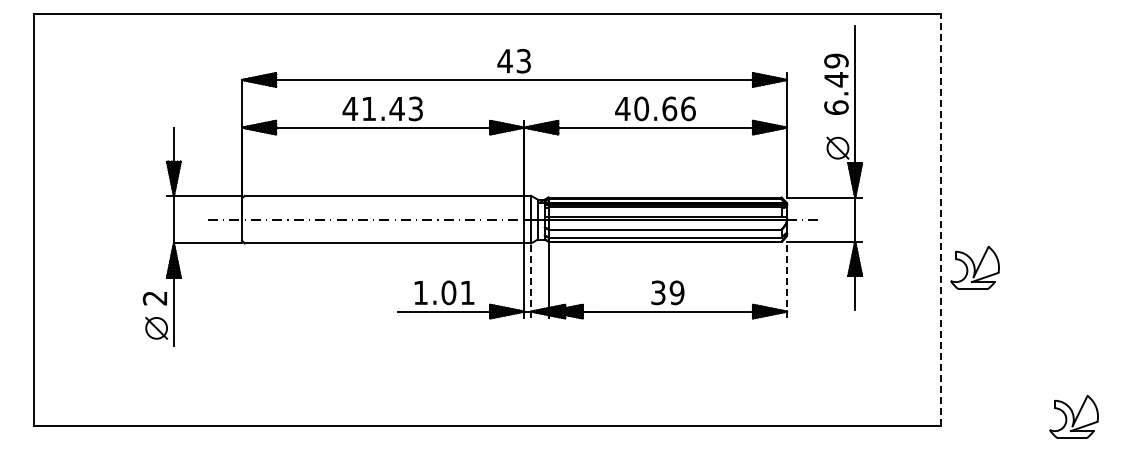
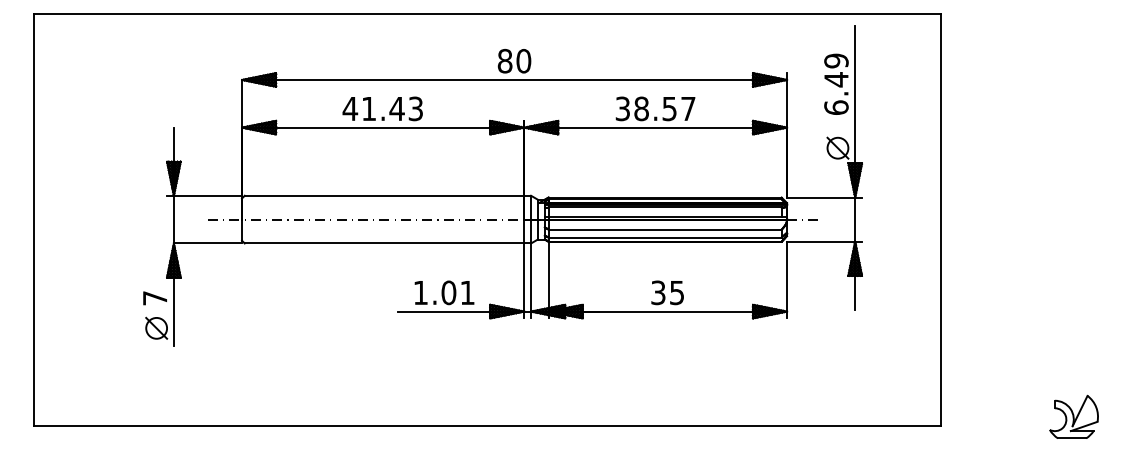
text at (514, 60): 43 -> 80
text at (655, 108): 40.66 -> 38.57
line at (940, 219): dashed -> solid
part at (974, 267): present -> none
line at (787, 279): dashed -> solid
line at (531, 280): dashed -> solid
text at (676, 292): 39 -> 35
text at (154, 298): 2 -> 7
